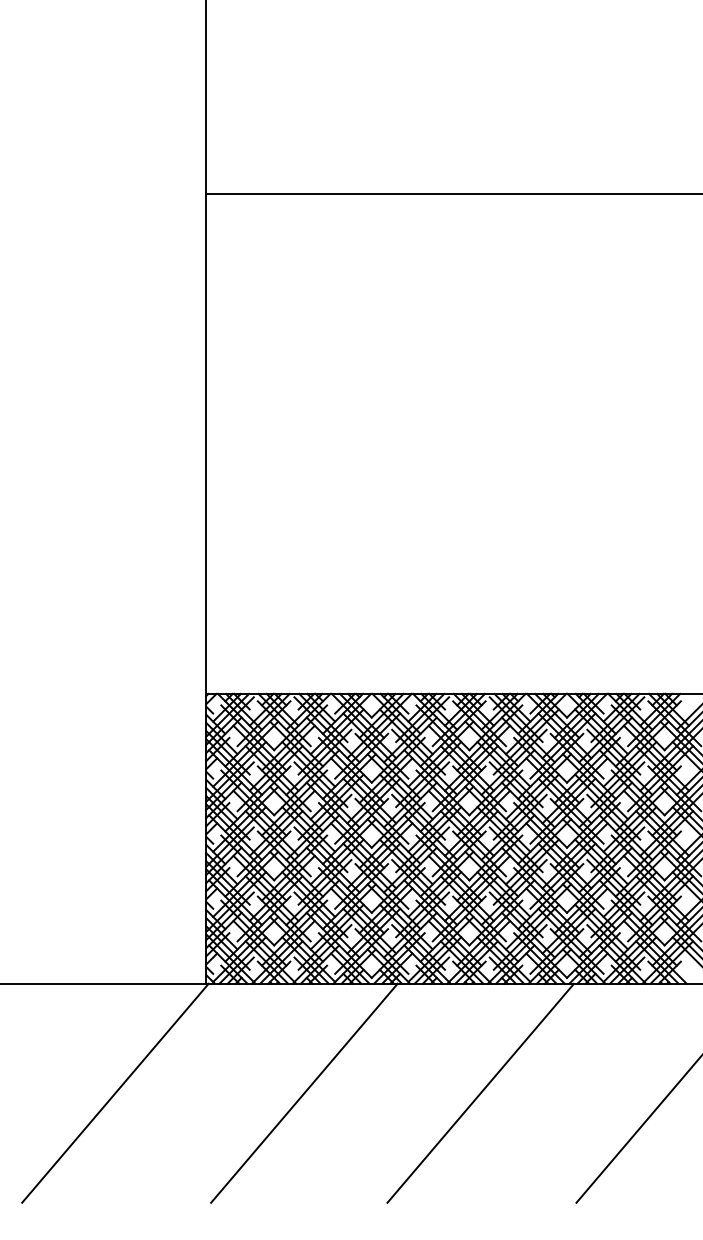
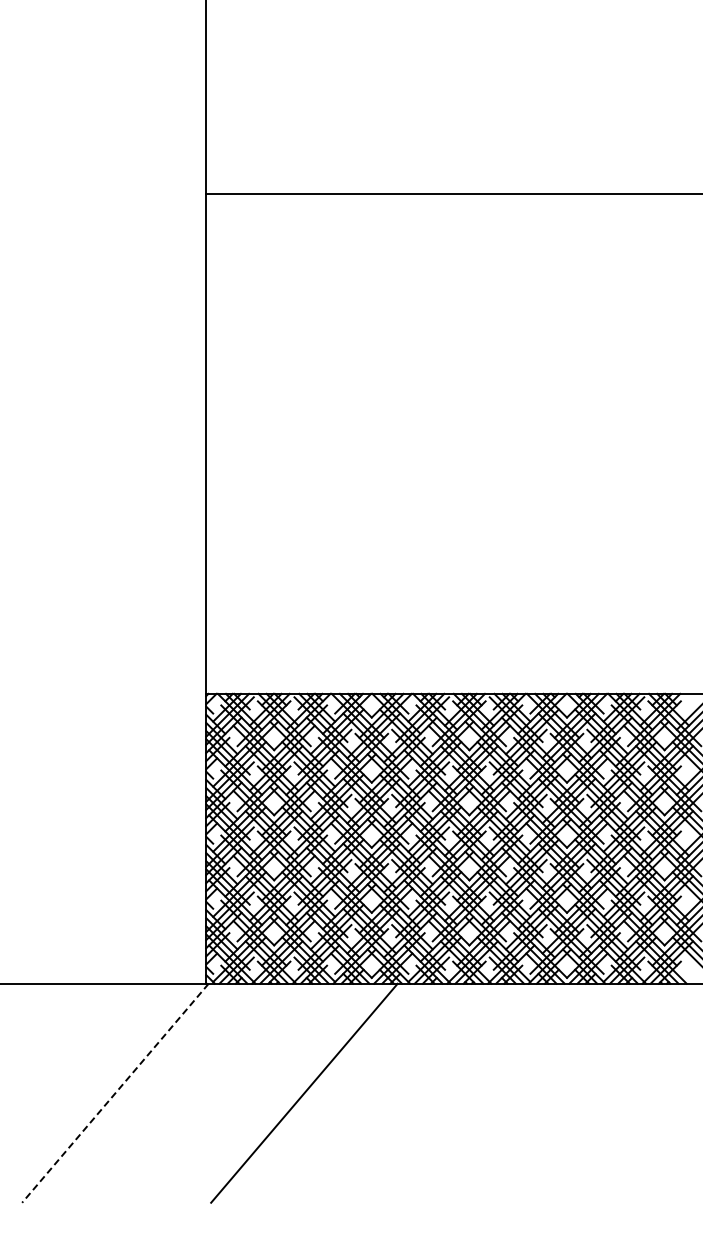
line at (480, 1092): present -> none
line at (115, 1093): solid -> dashed
line at (637, 1129): present -> none
